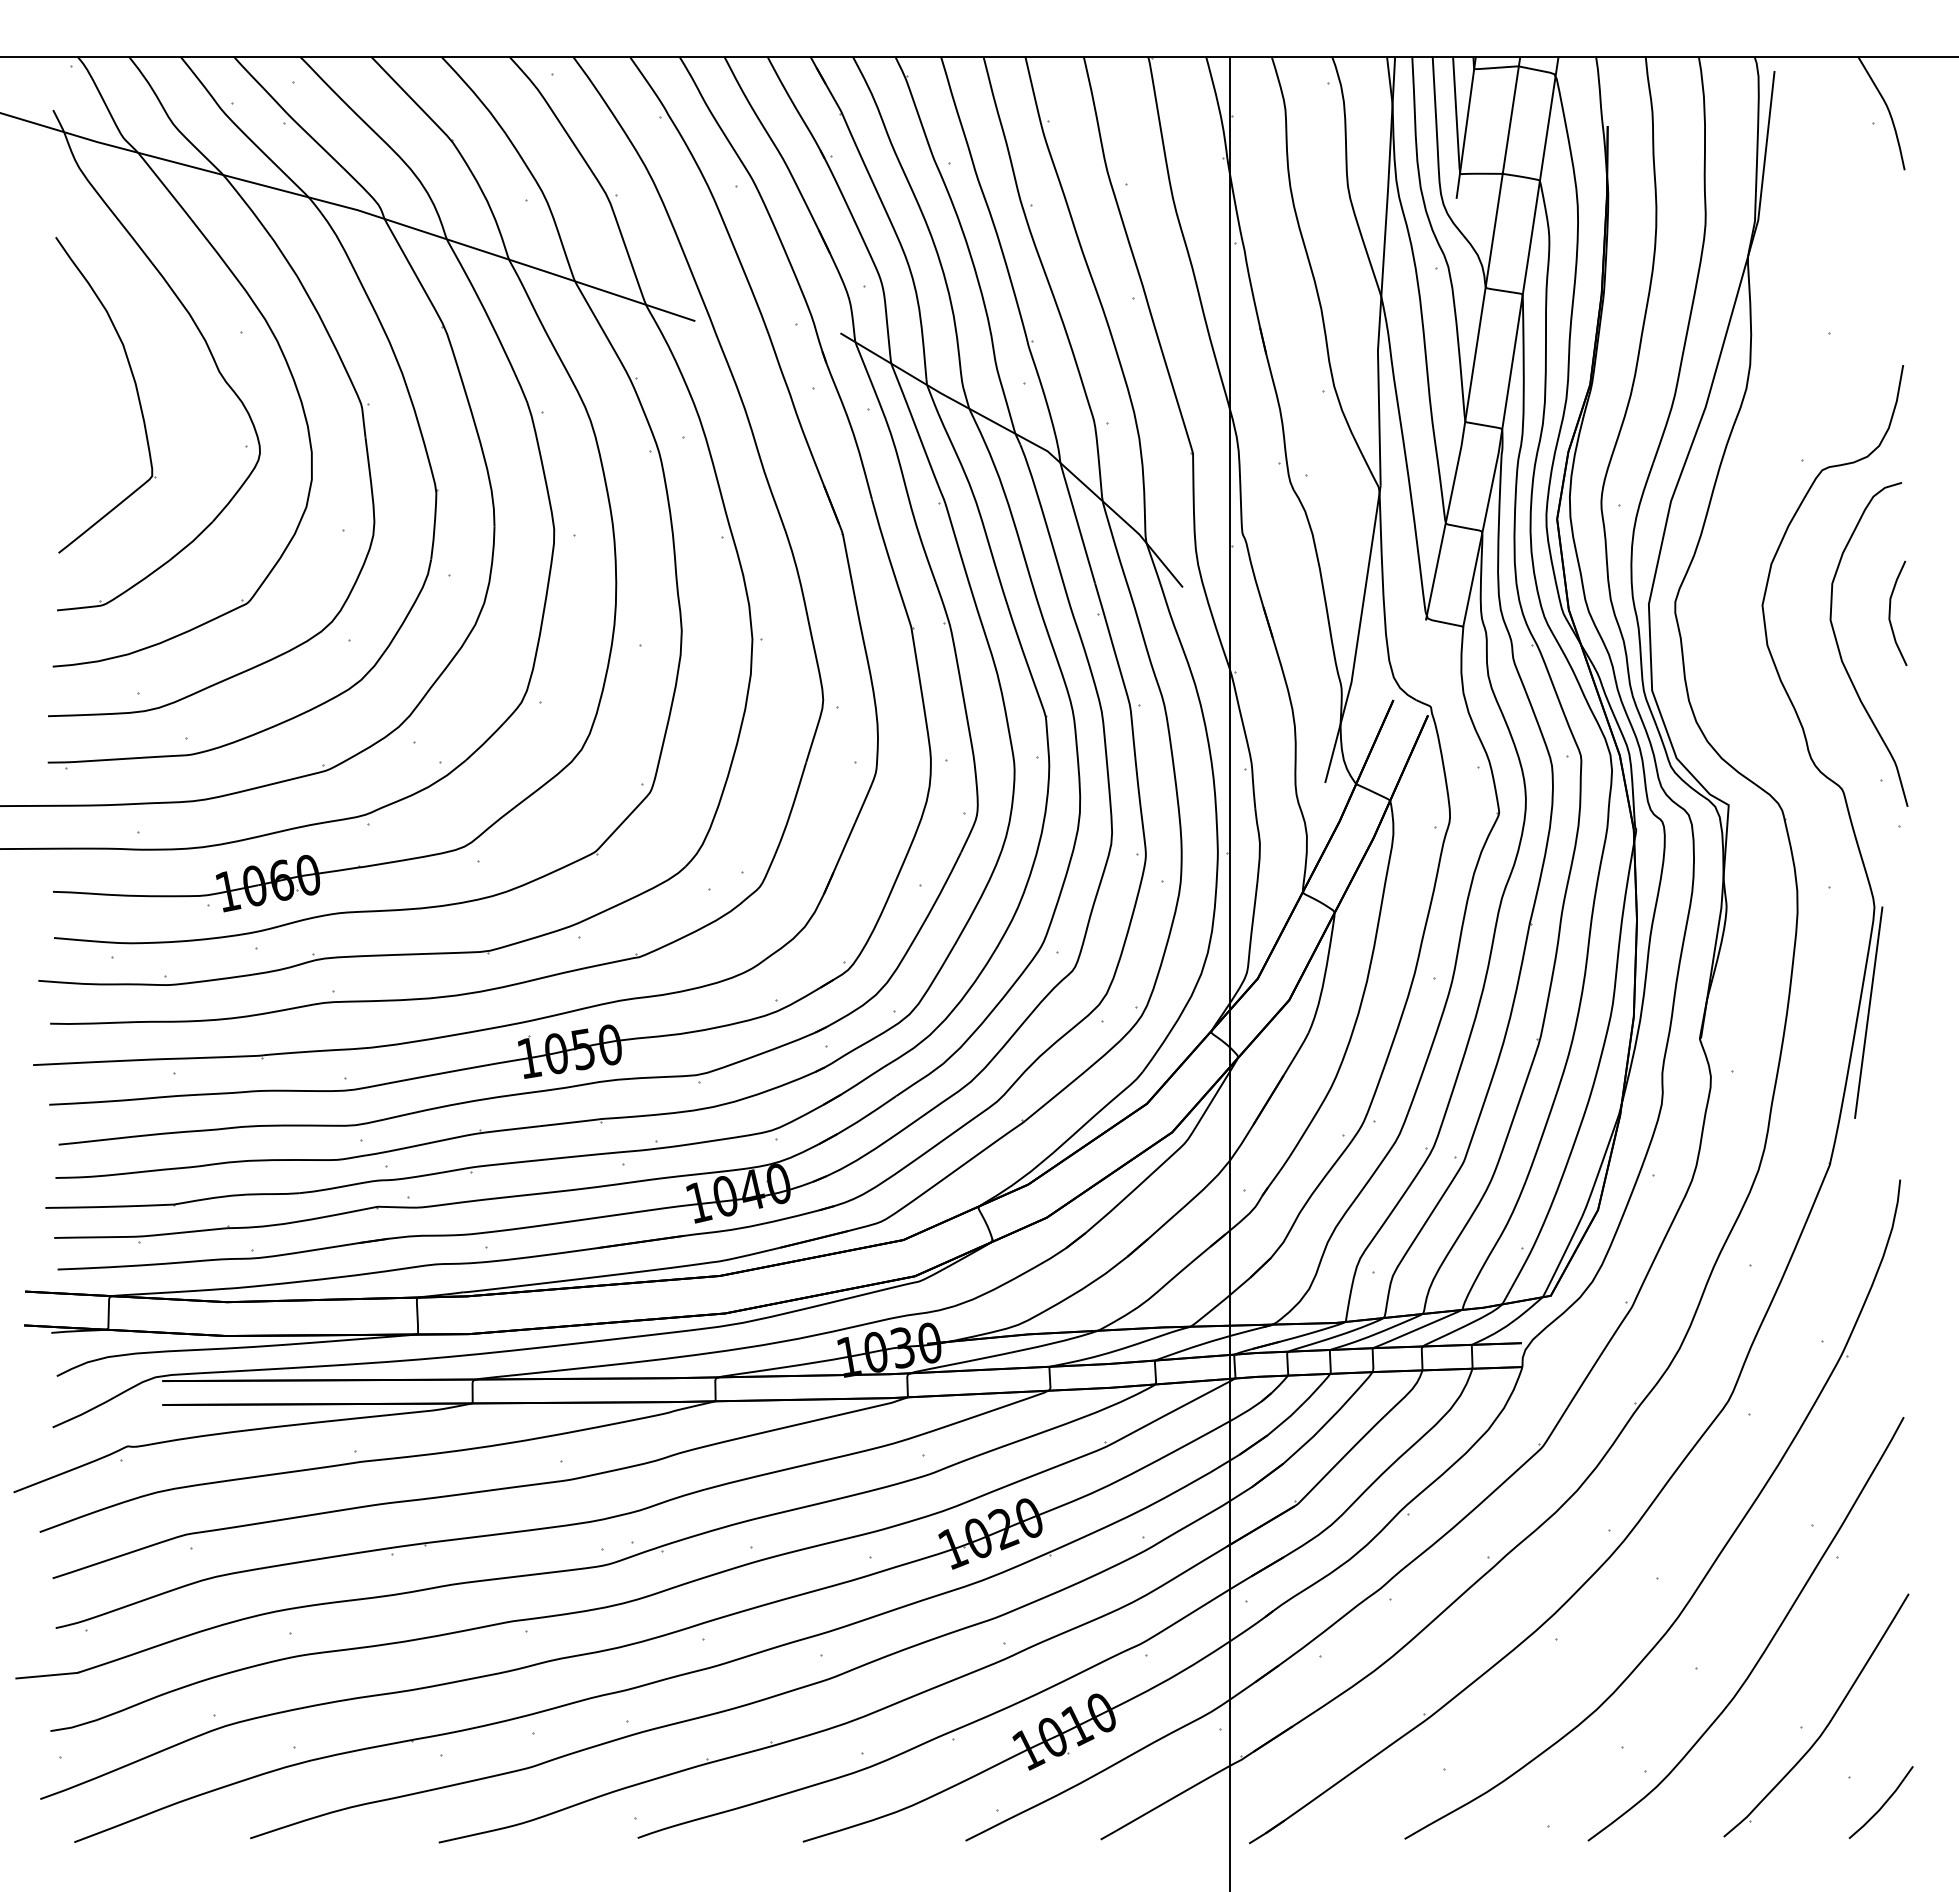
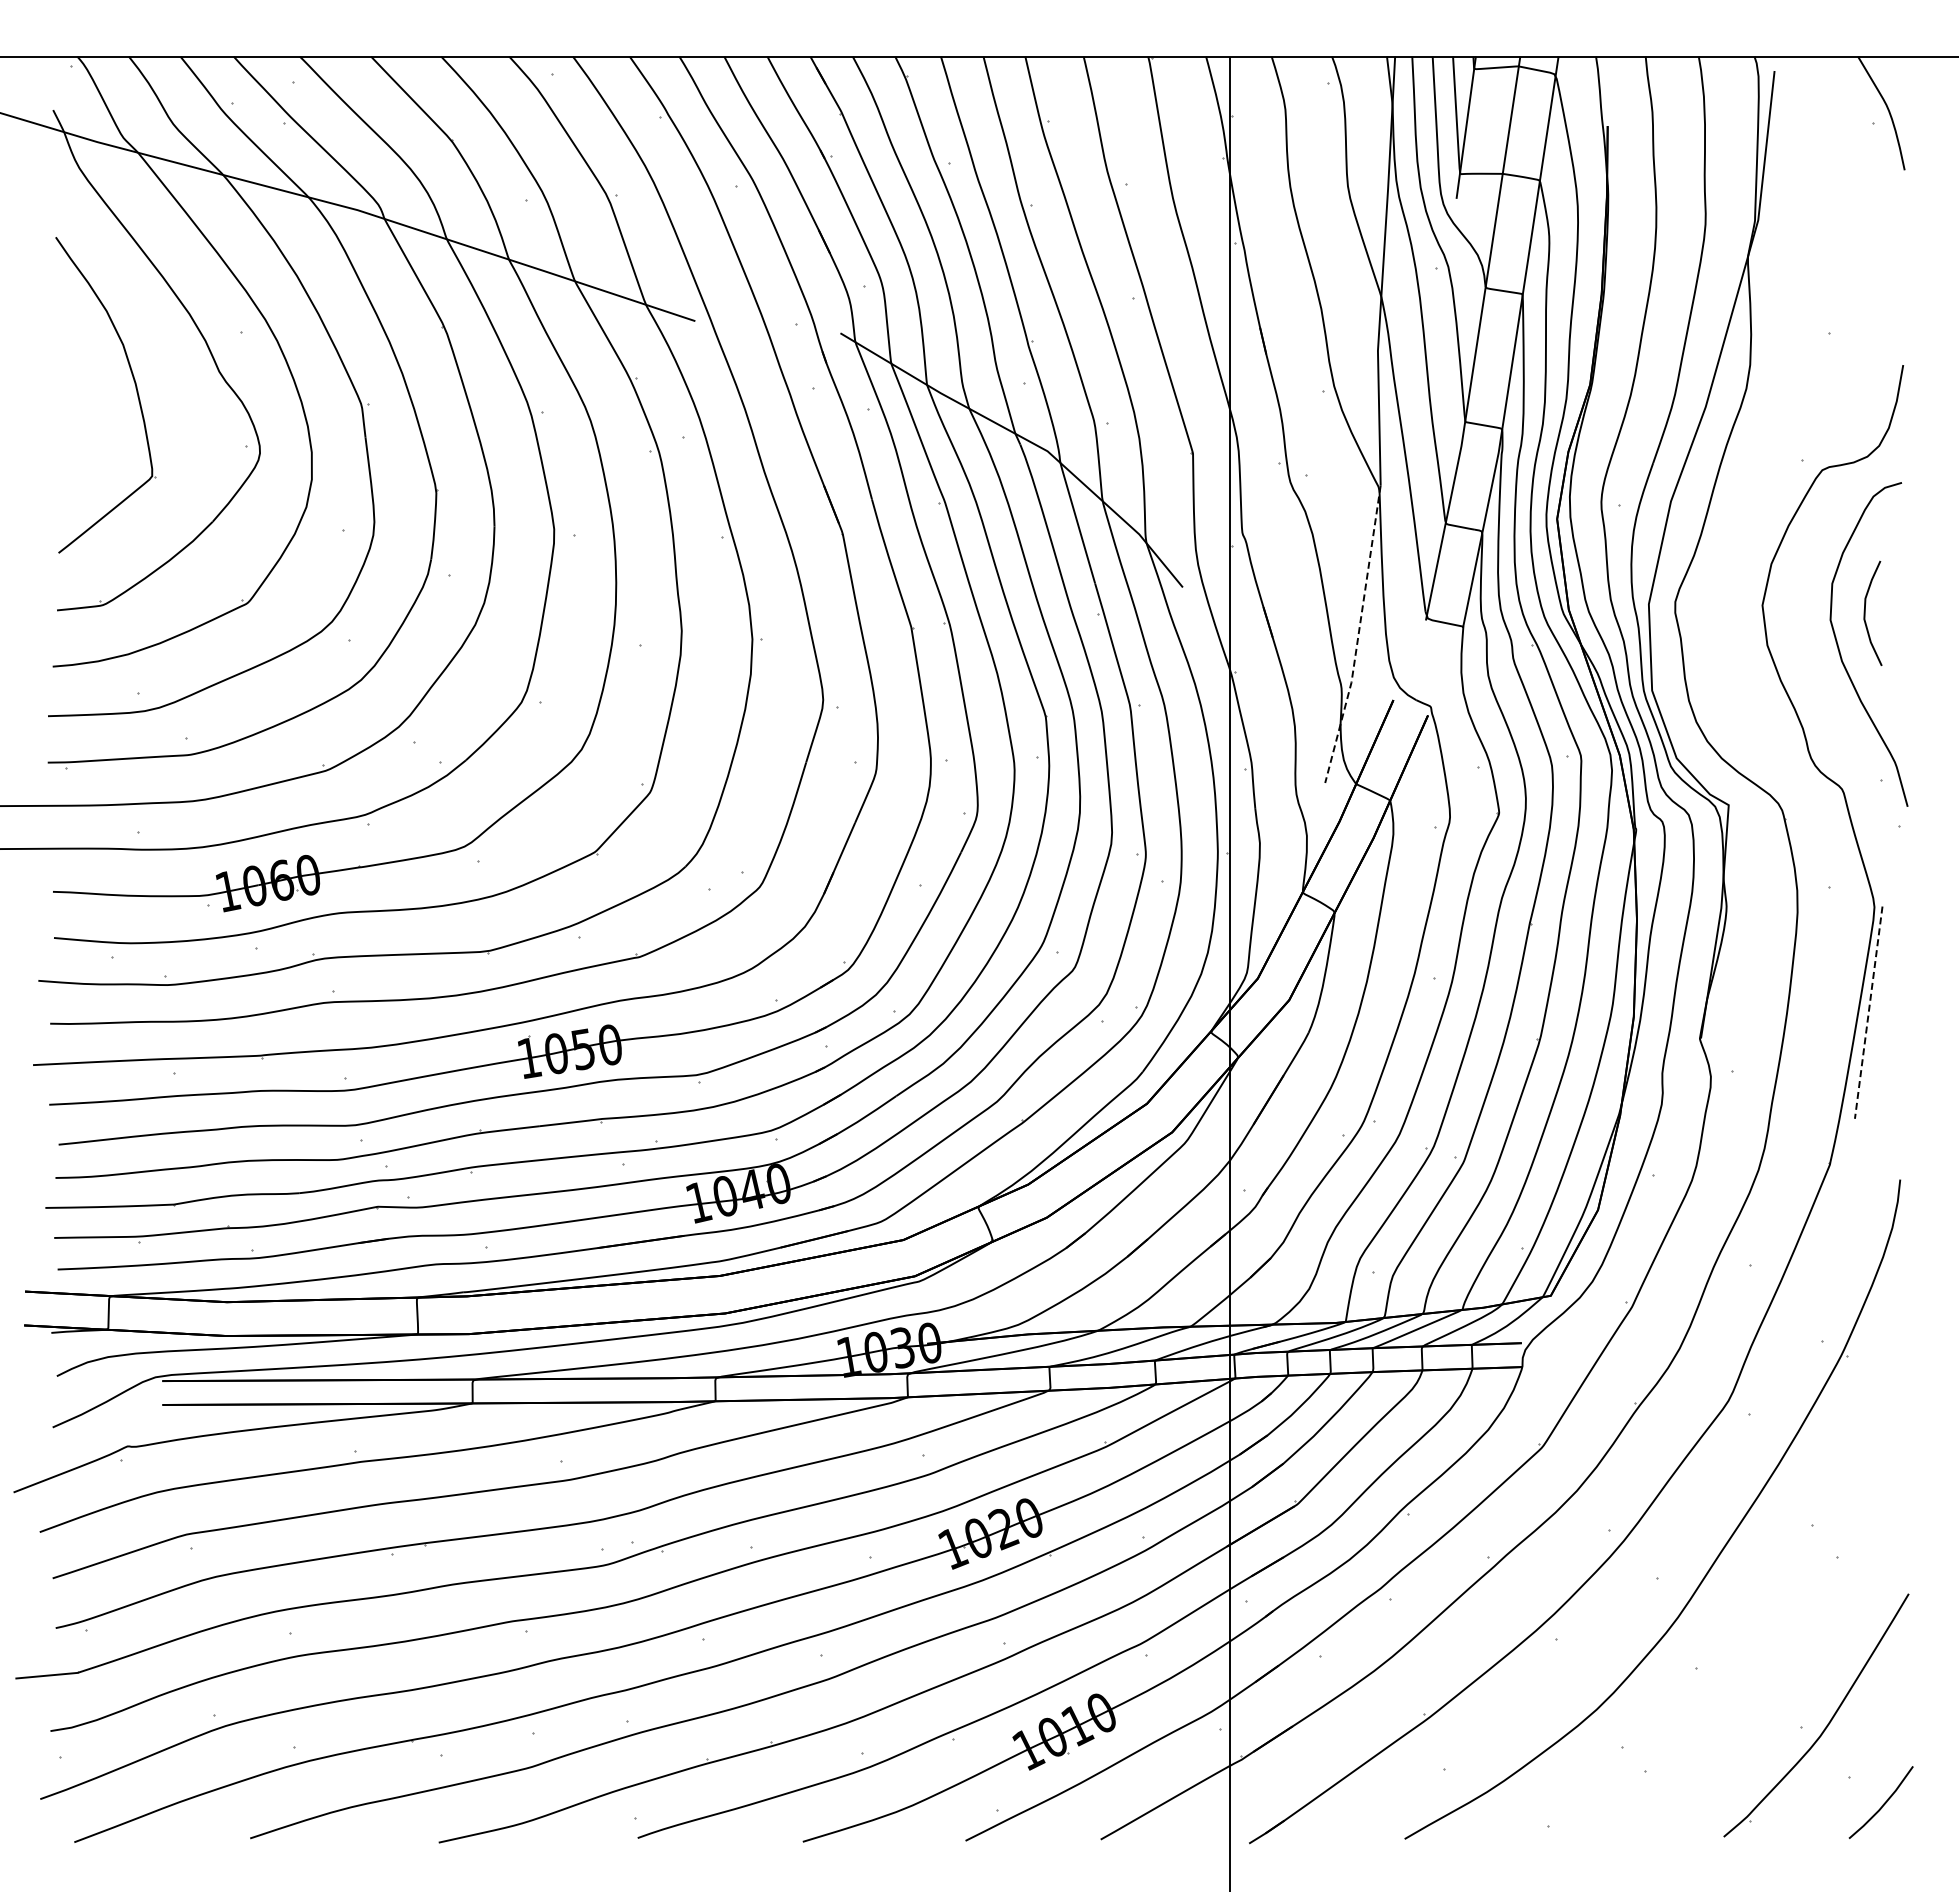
curve at (1890, 613) position: (1890, 613) -> (1865, 613)
line at (1358, 636): solid -> dashed
line at (1868, 1013): solid -> dashed
curve at (1767, 1644): present -> none
